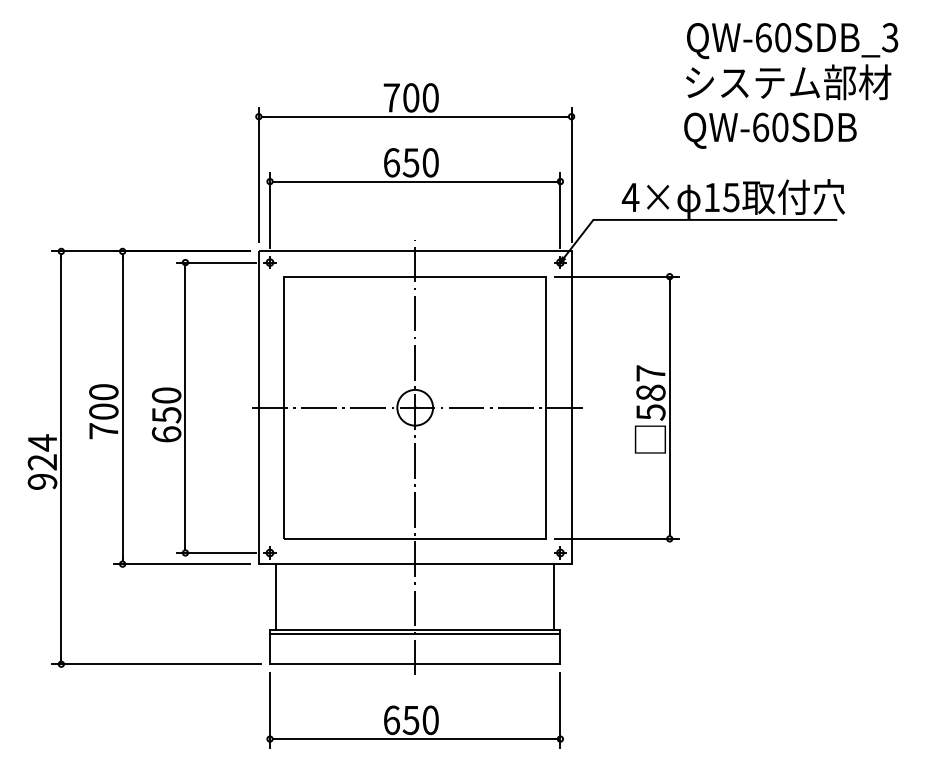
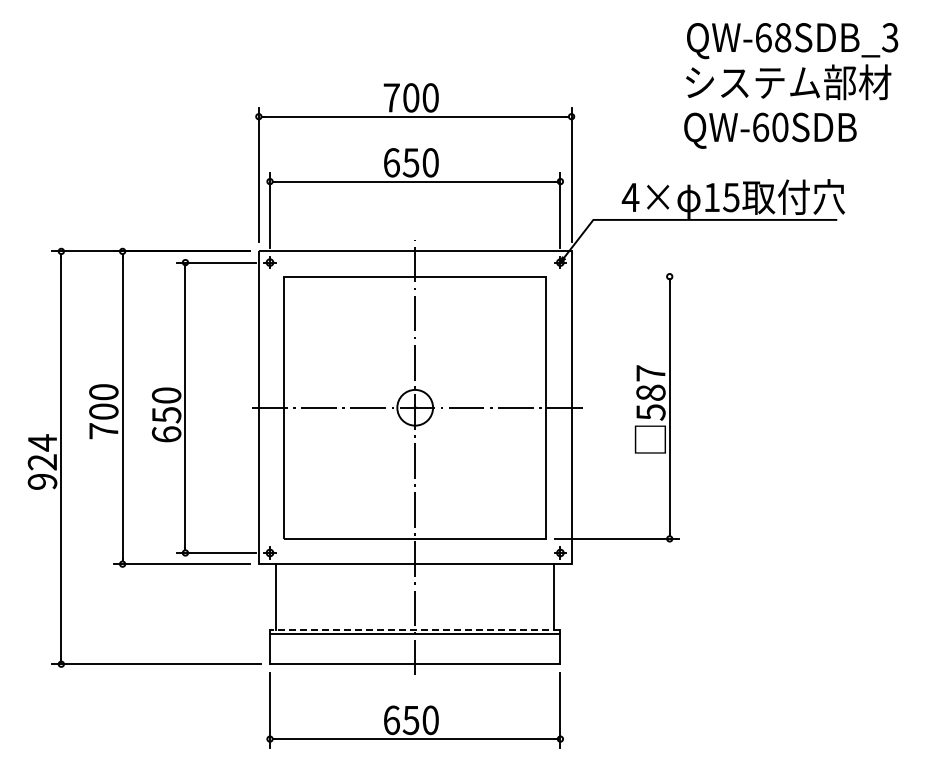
text at (783, 37): QW-60SDB_3 -> QW-68SDB_3
line at (616, 276): present -> none
line at (414, 629): solid -> dashed
